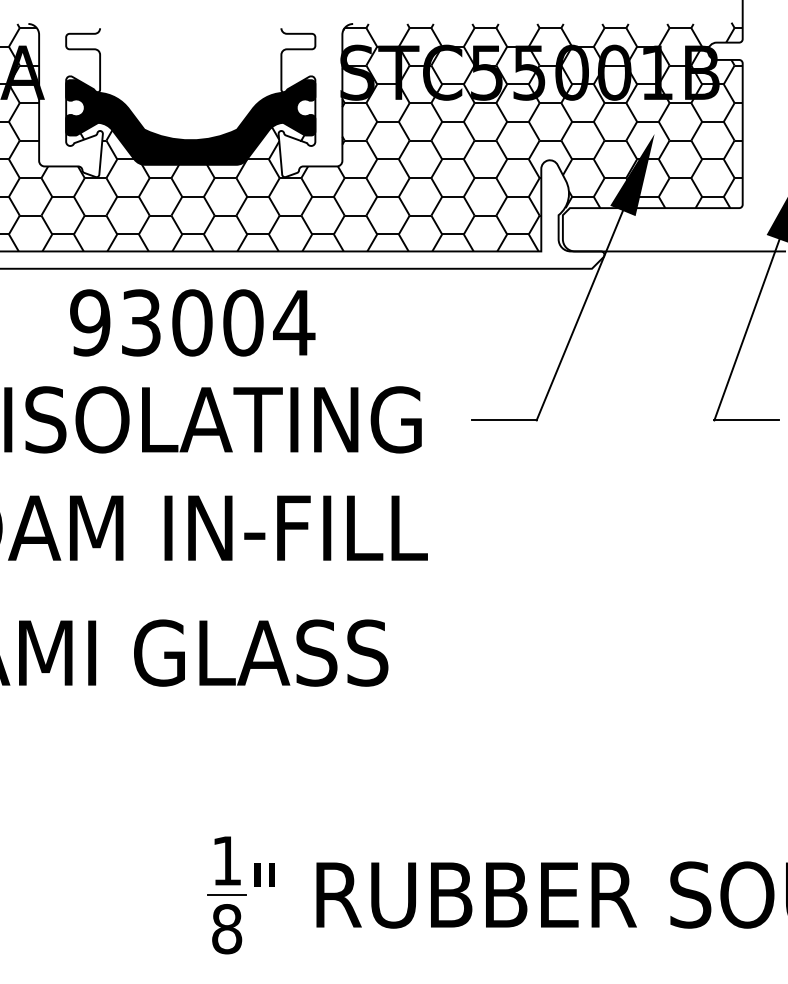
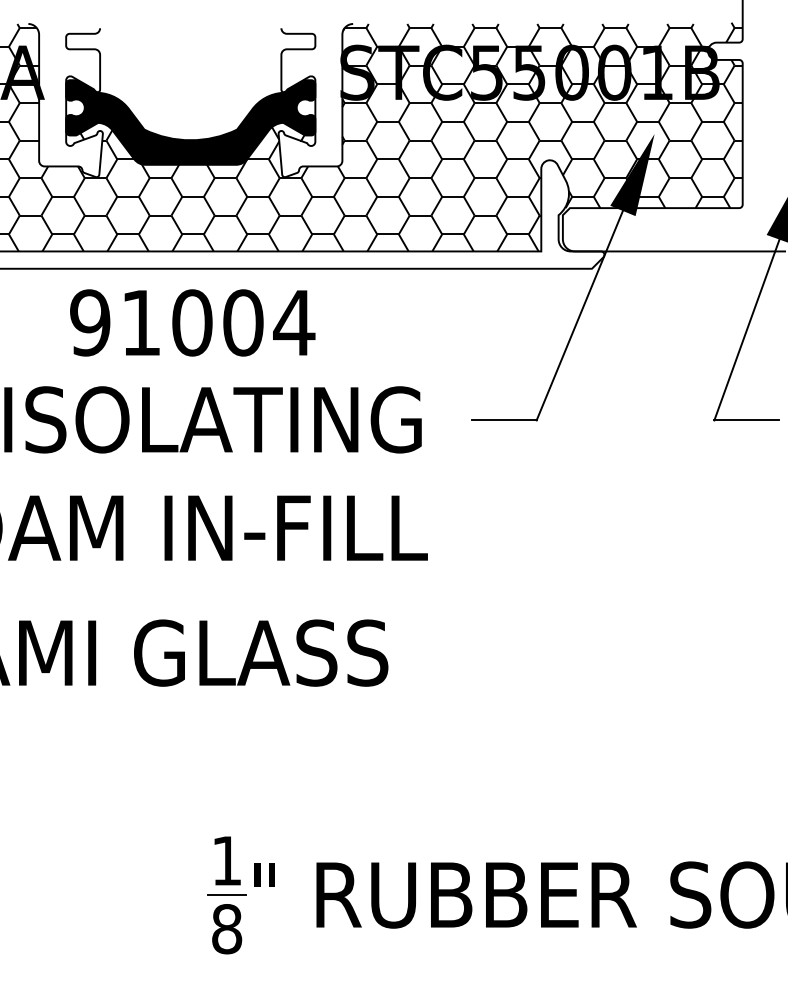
text at (141, 322): 93004 -> 91004
